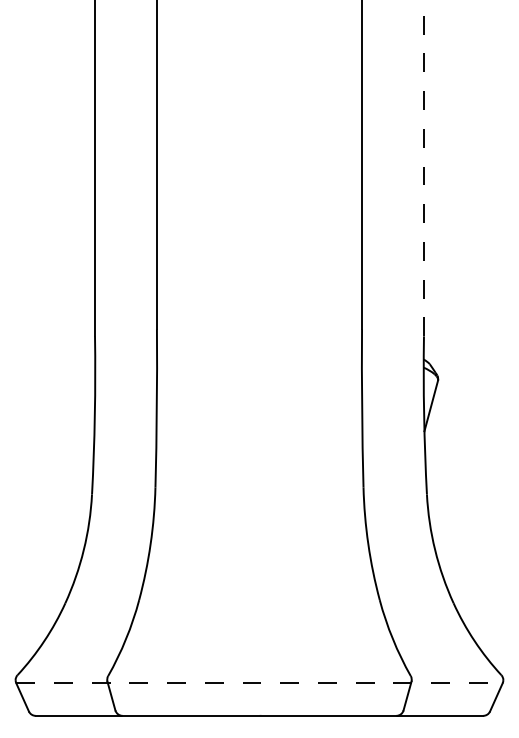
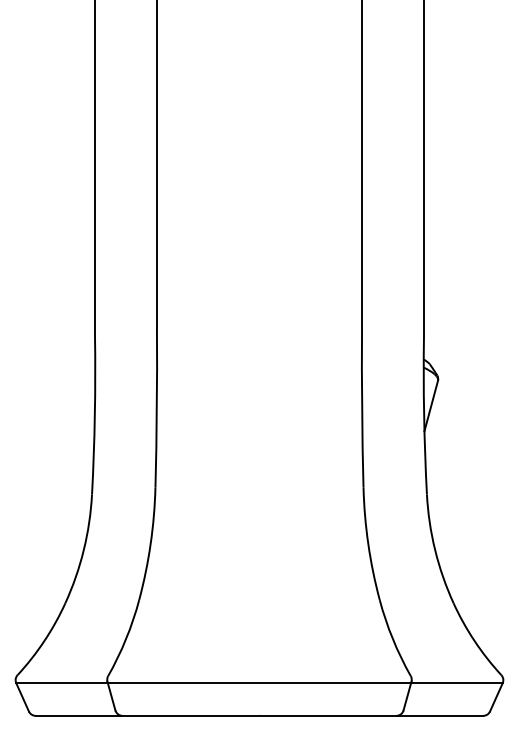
line at (423, 168): dashed -> solid
line at (260, 683): dashed -> solid
